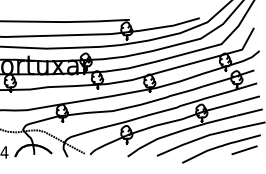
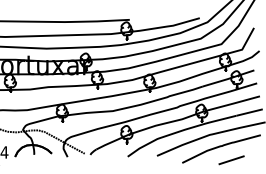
line at (244, 150) position: (244, 150) -> (231, 160)
